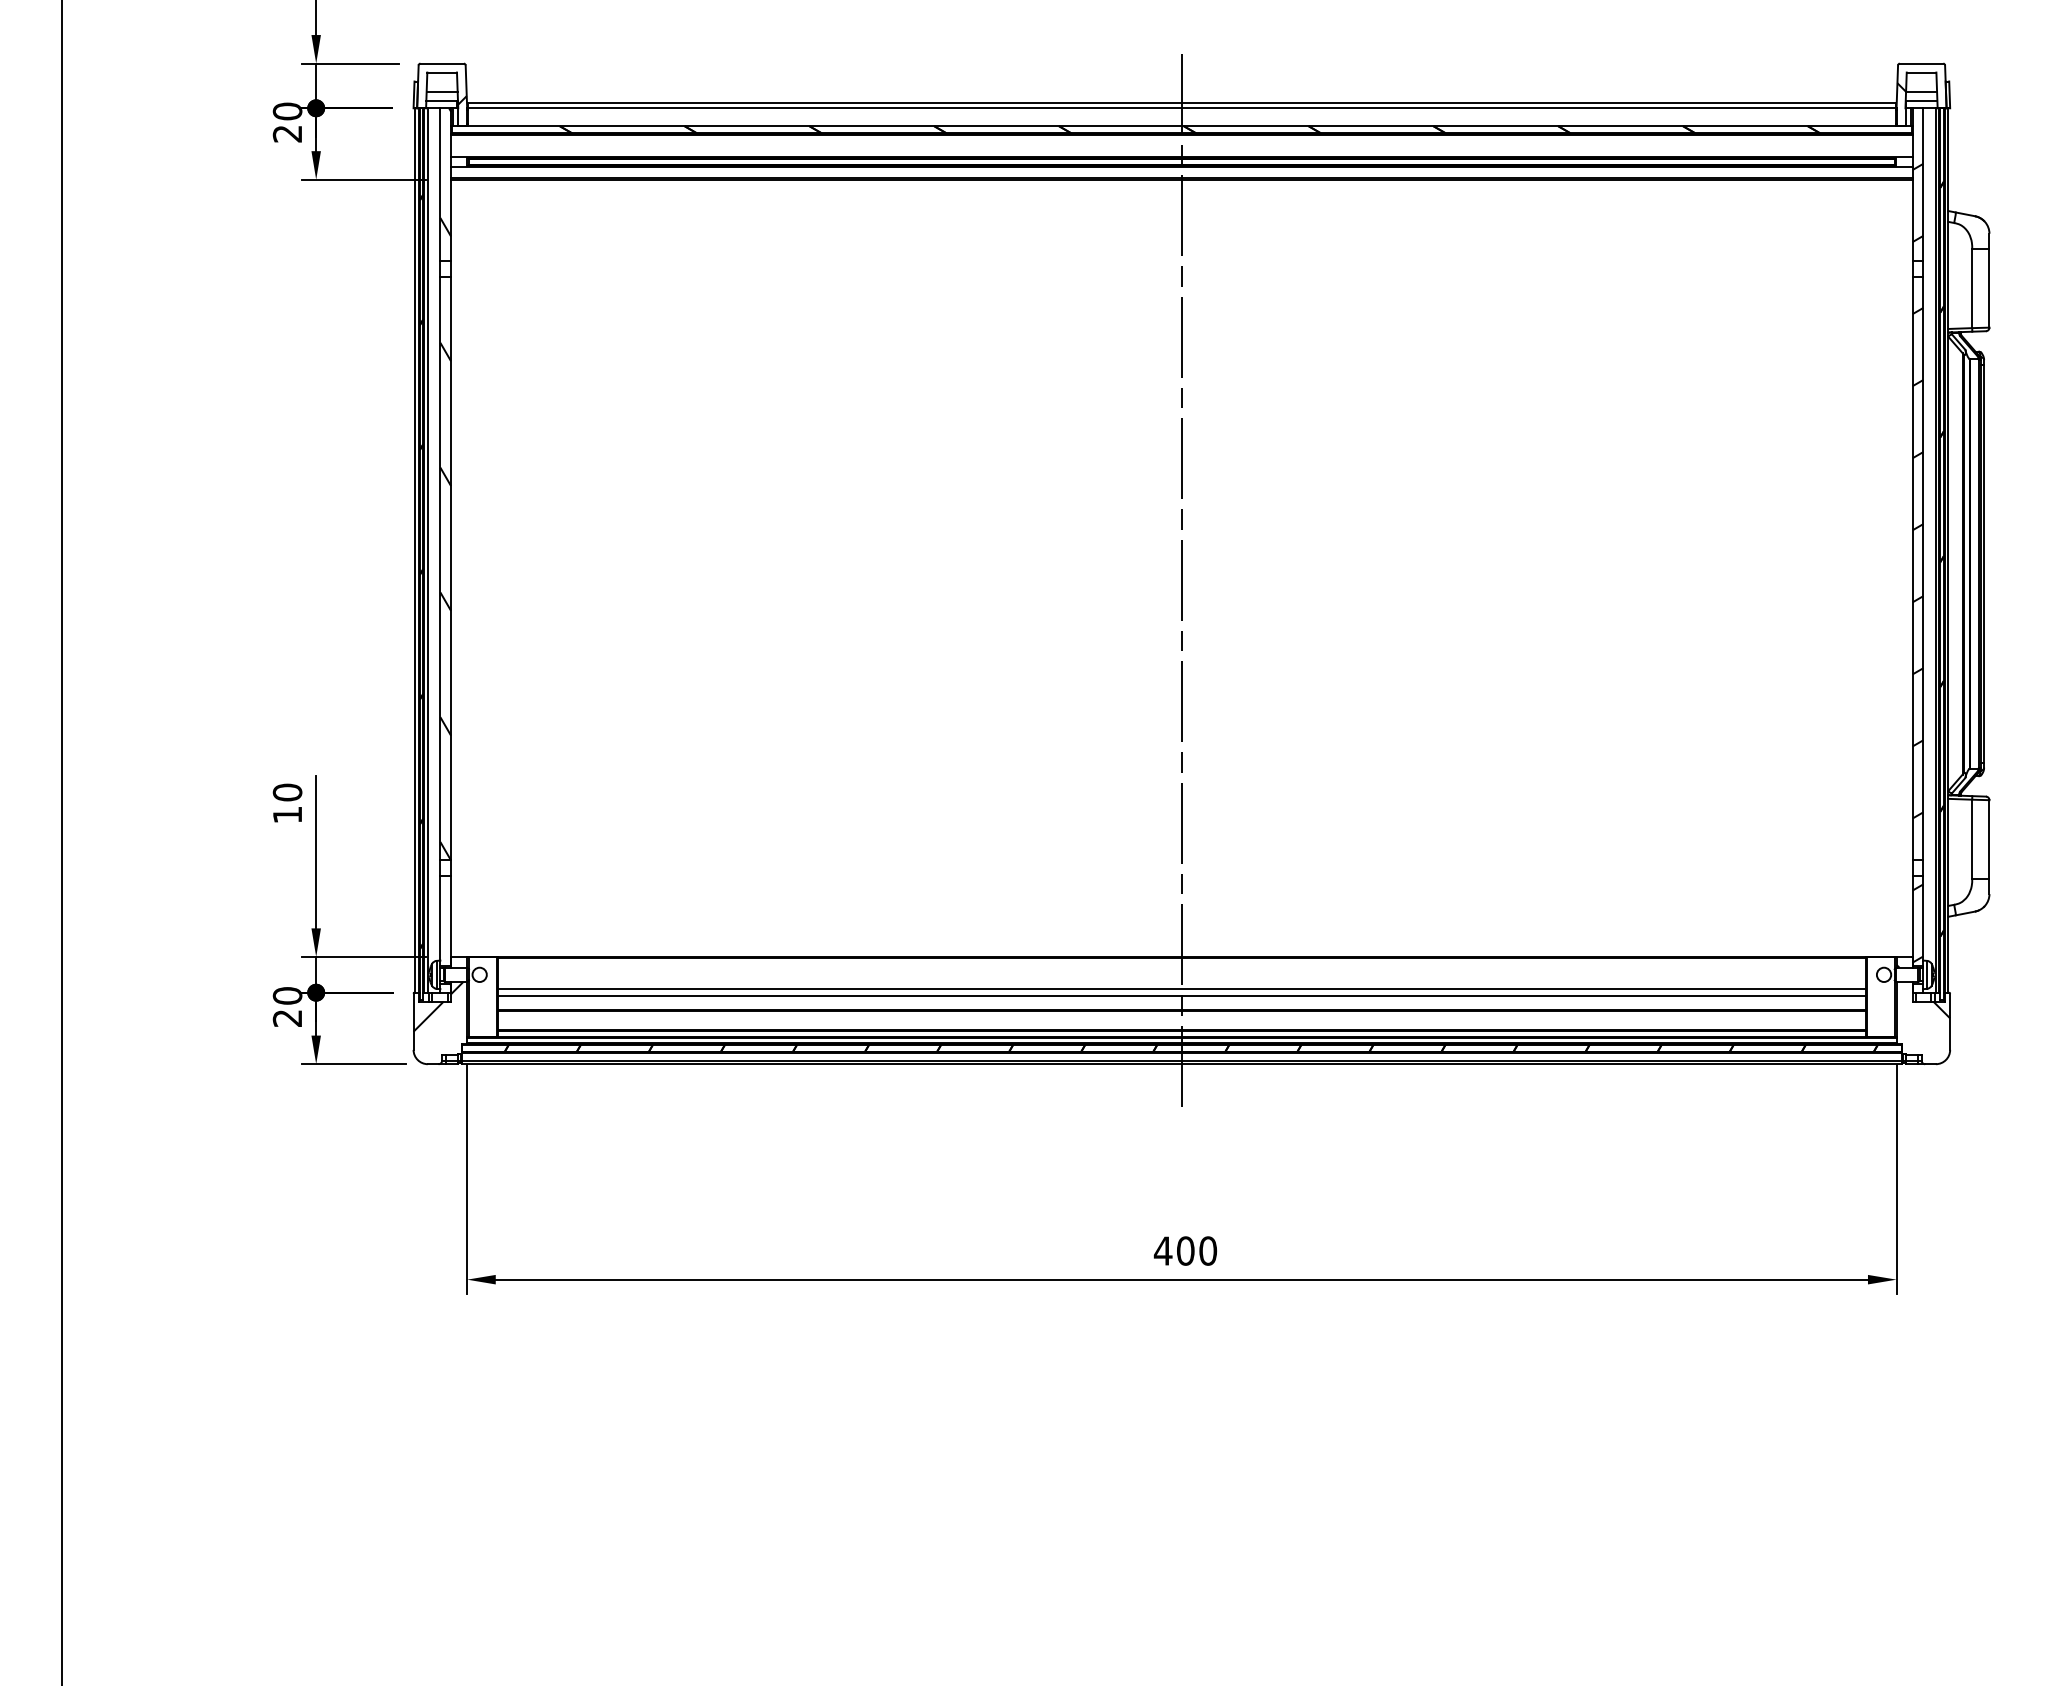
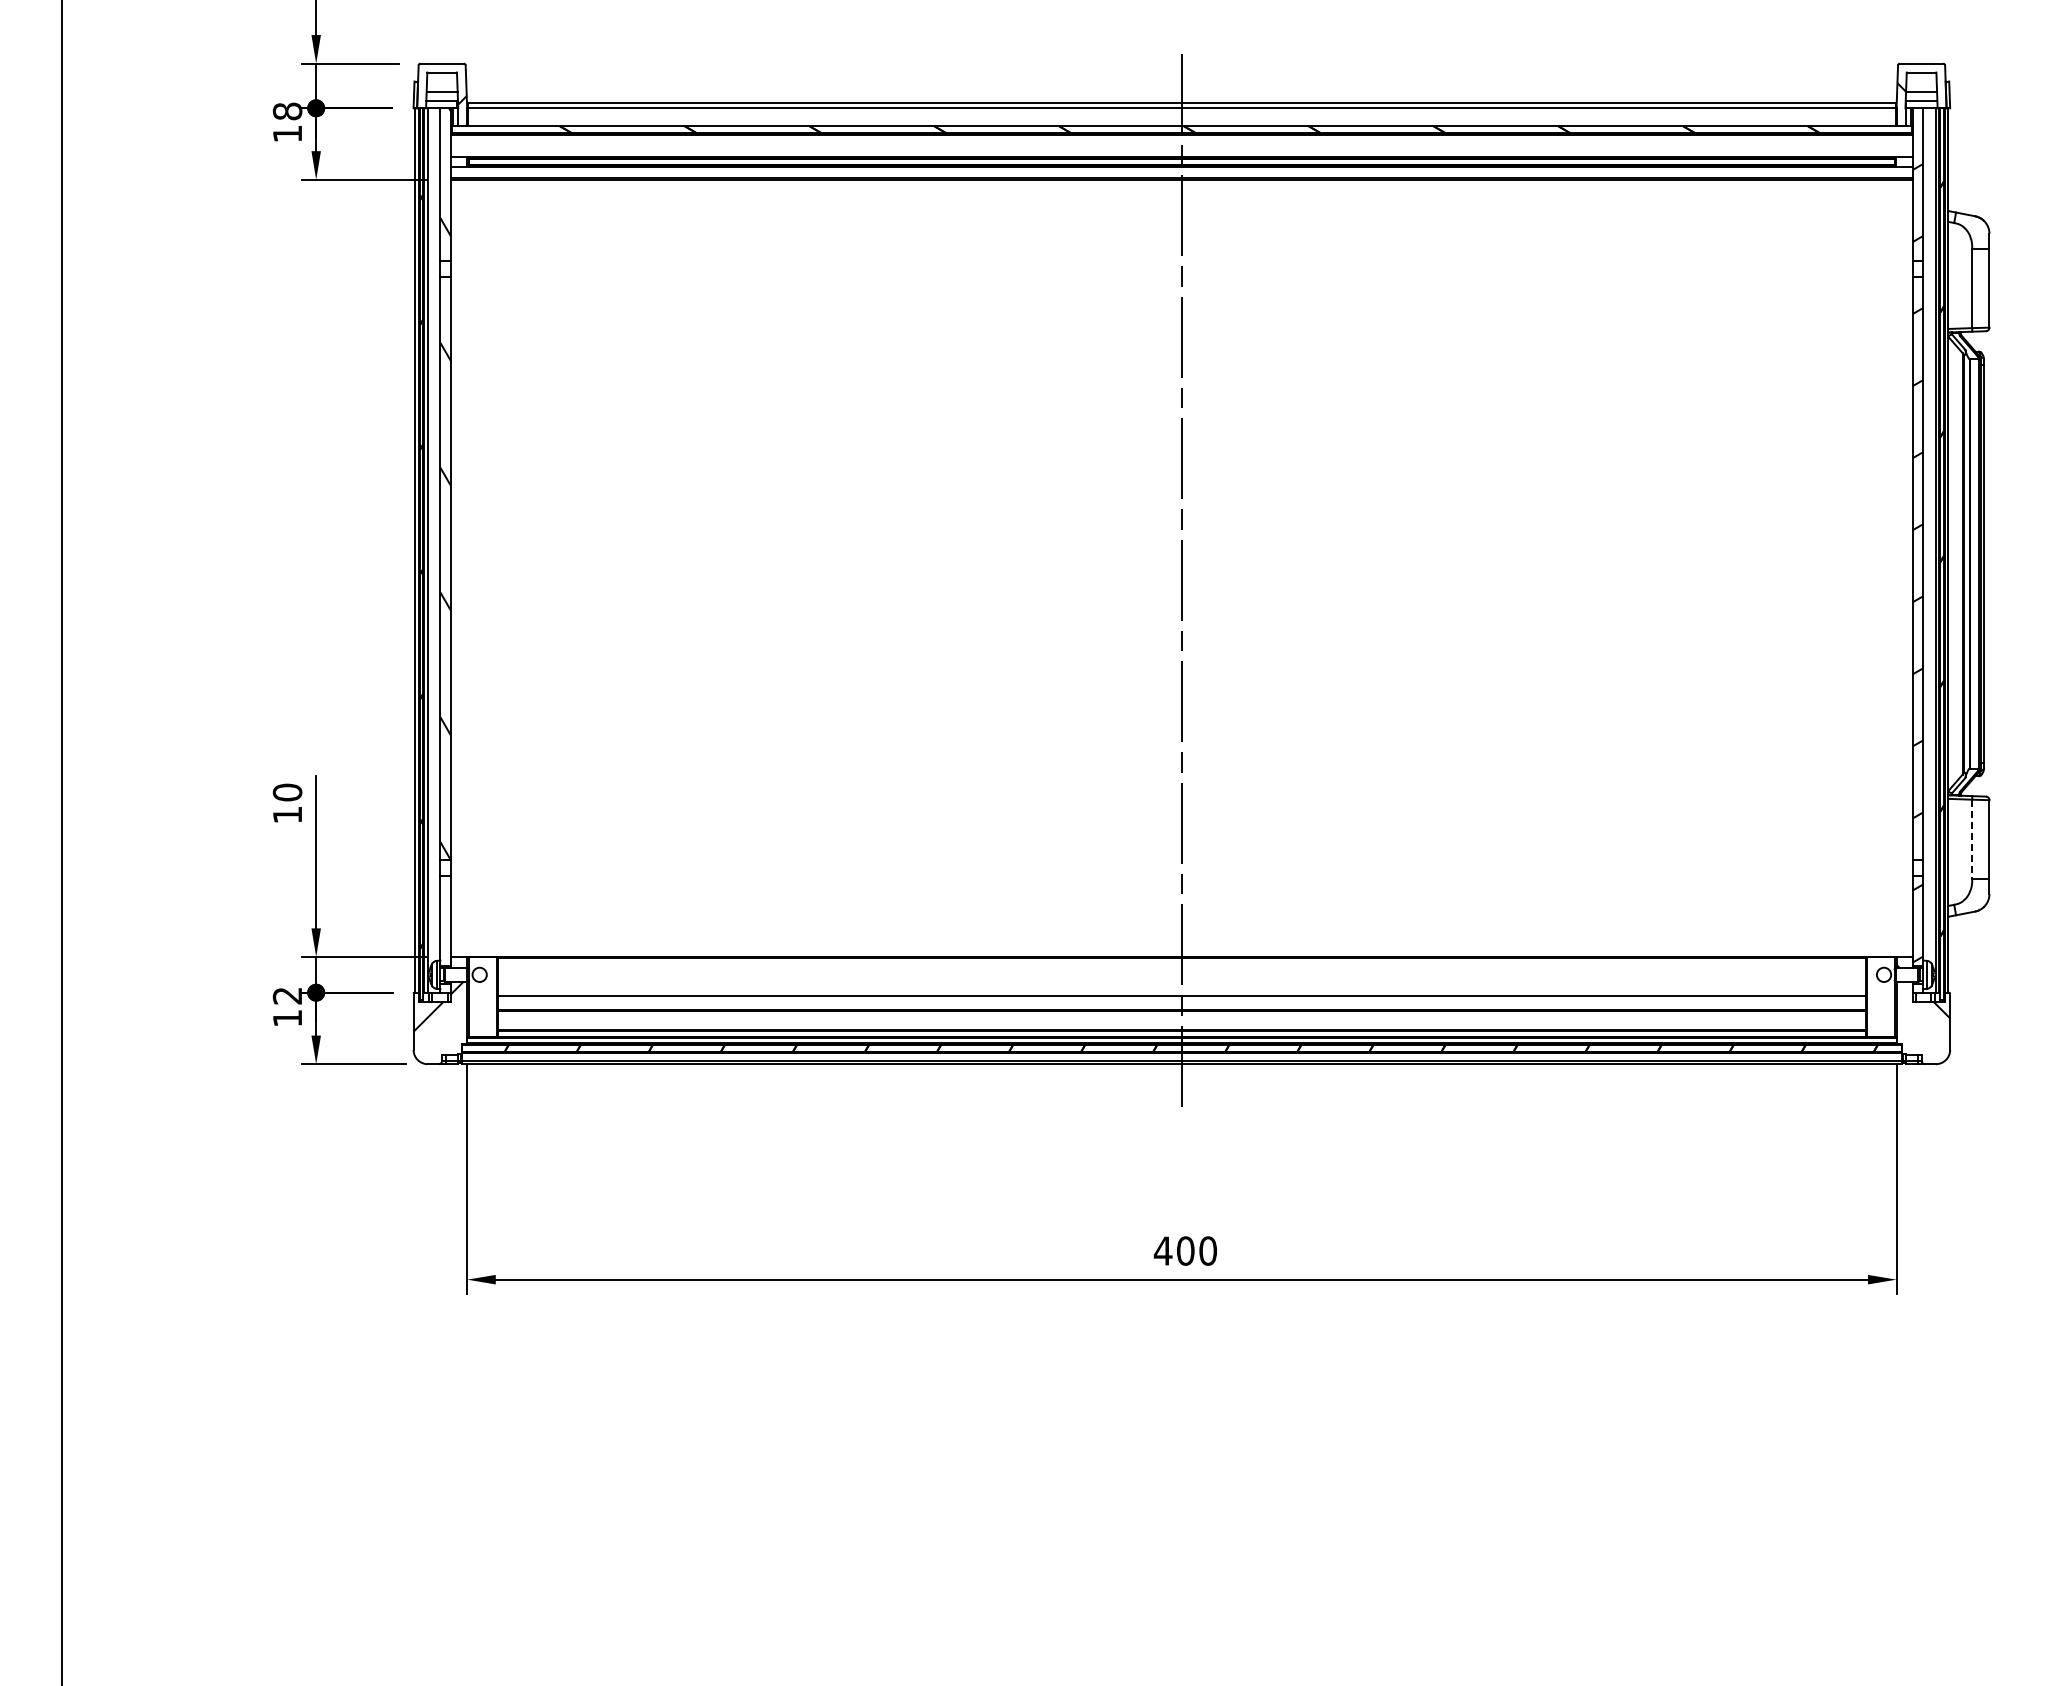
text at (287, 122): 20 -> 18
line at (1972, 839): solid -> dashed
line at (1181, 989): present -> none
text at (287, 1006): 20 -> 12
